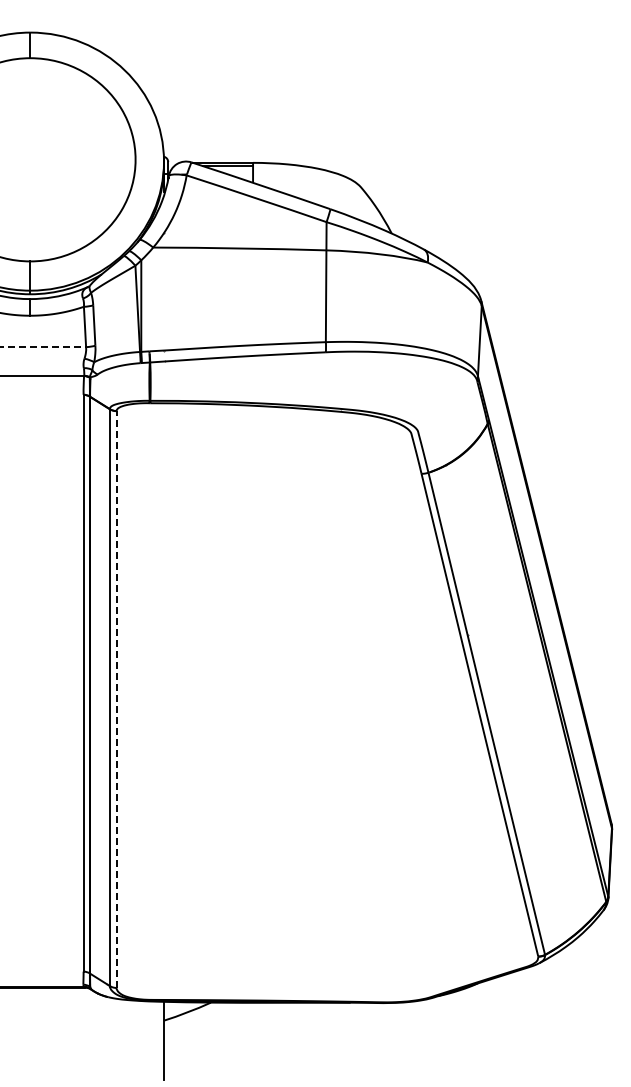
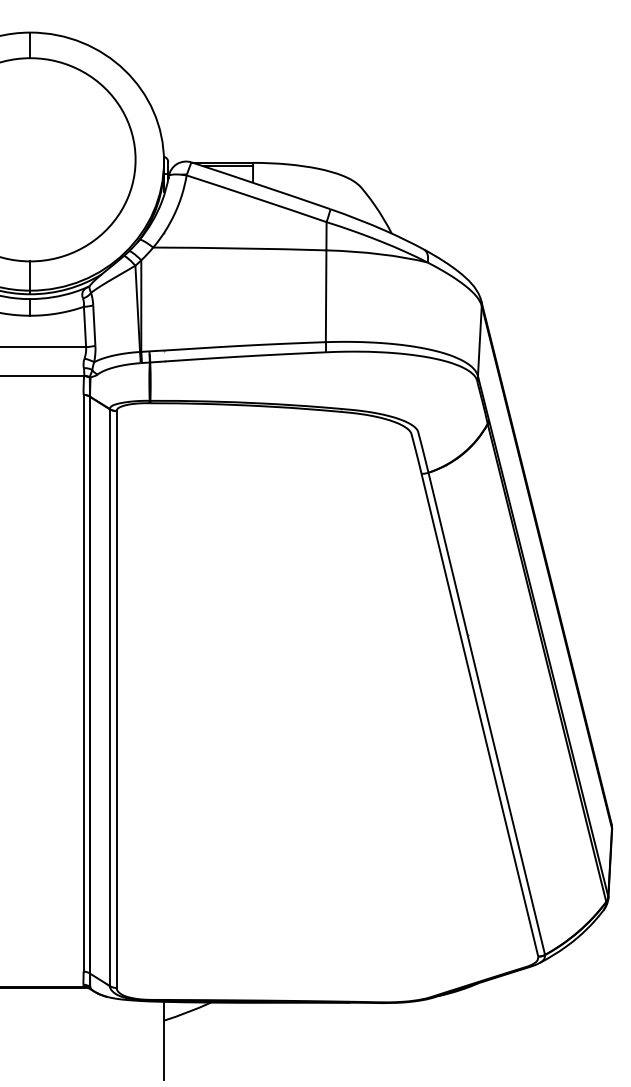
line at (43, 347): dashed -> solid
line at (116, 699): dashed -> solid
